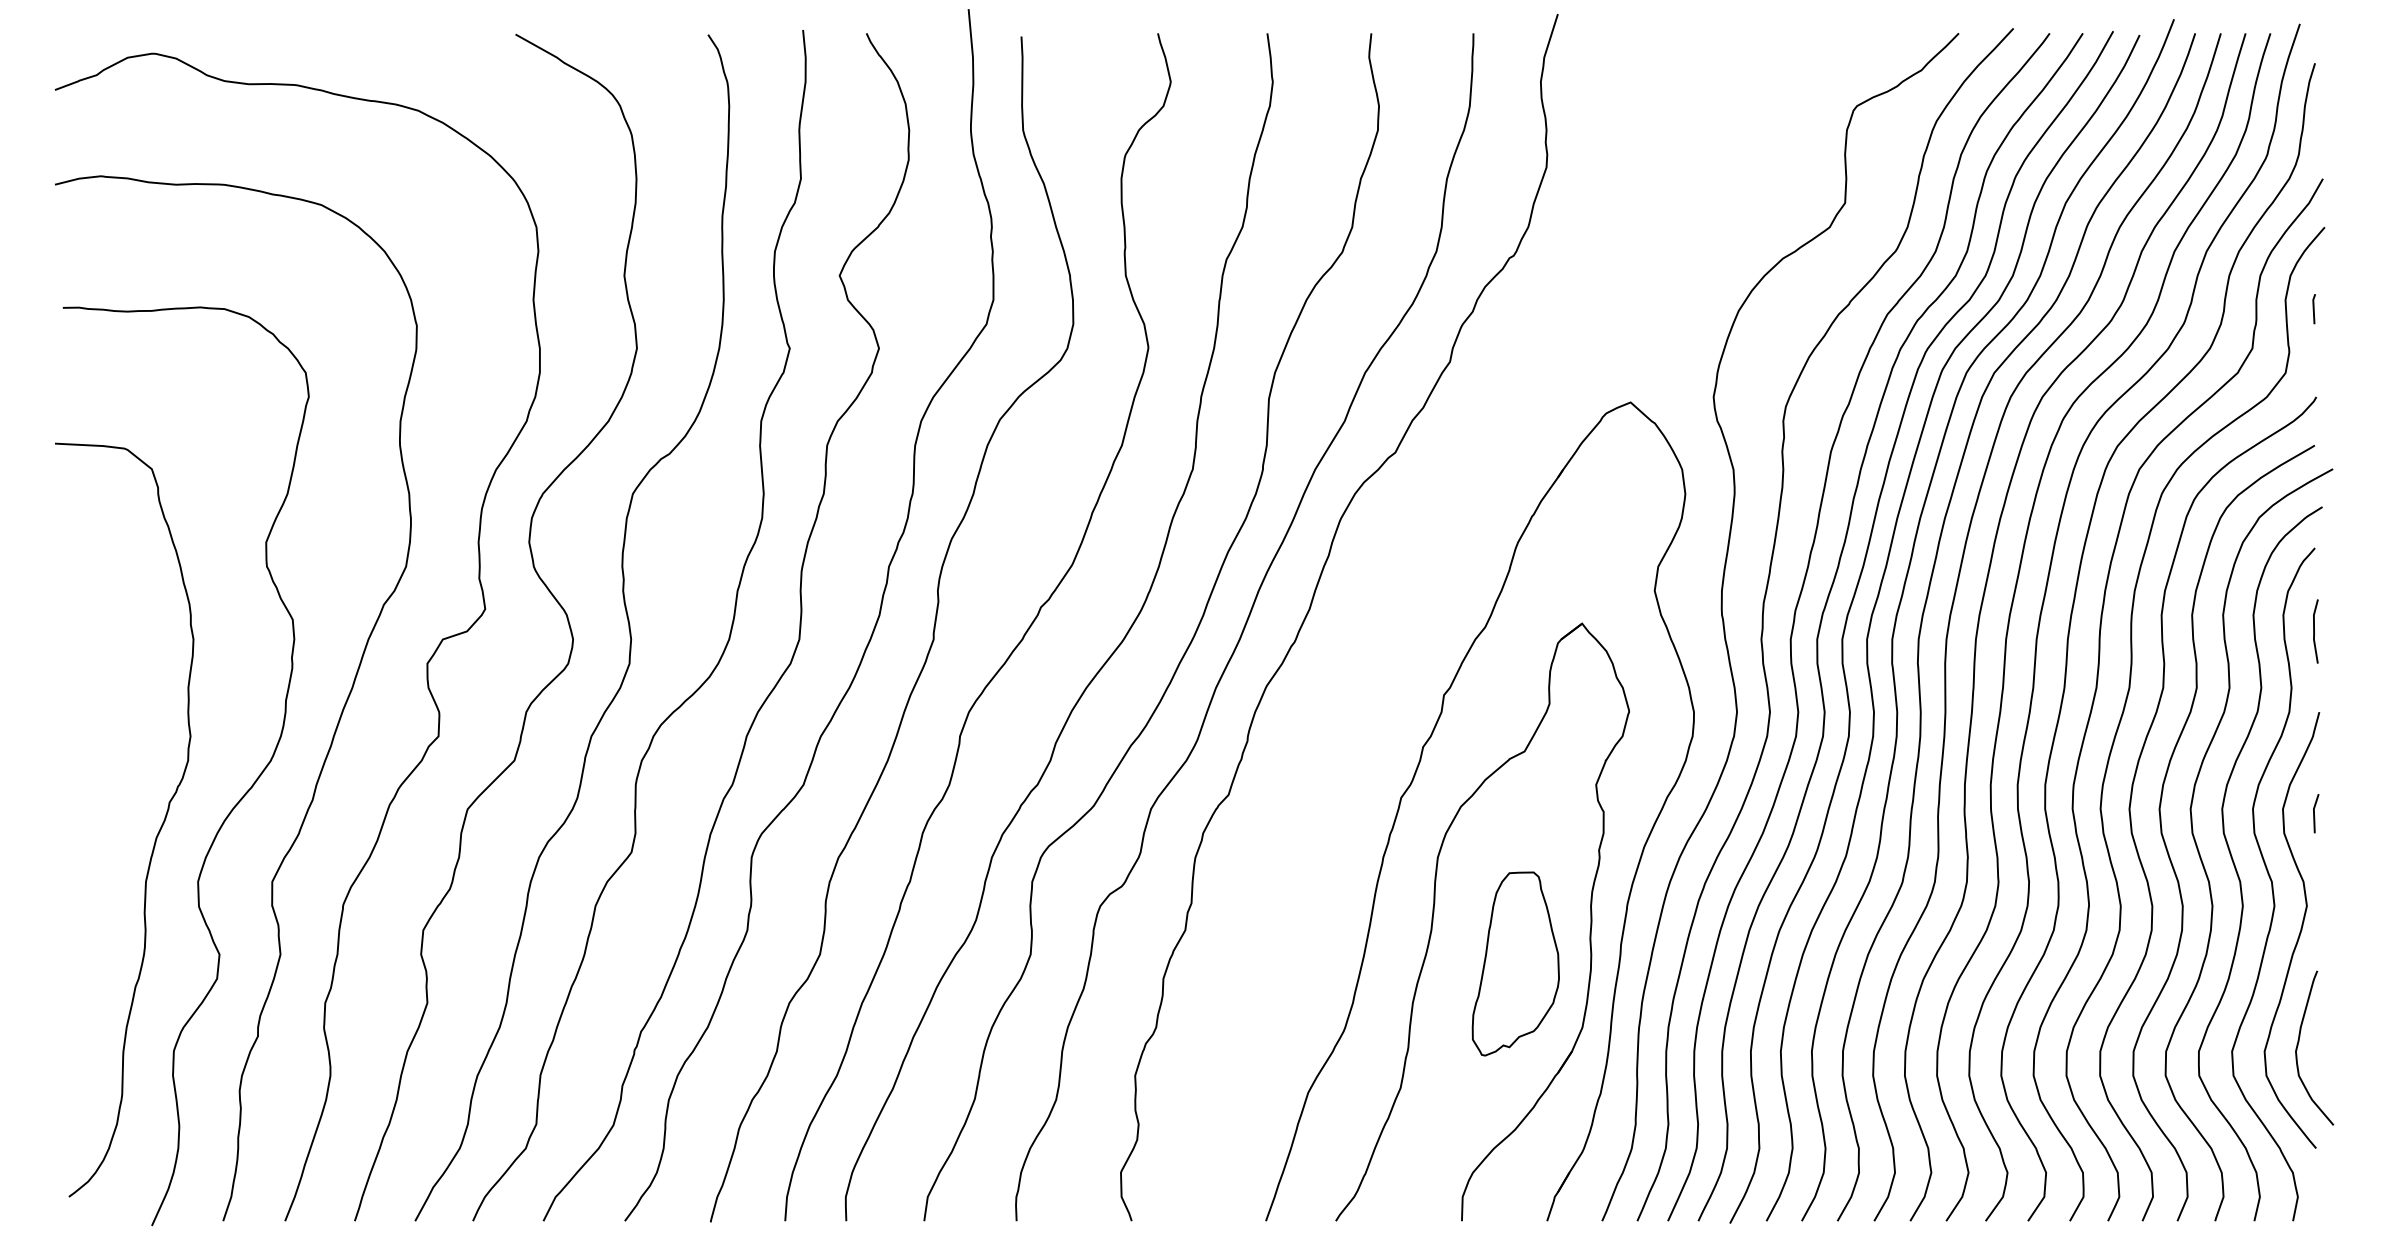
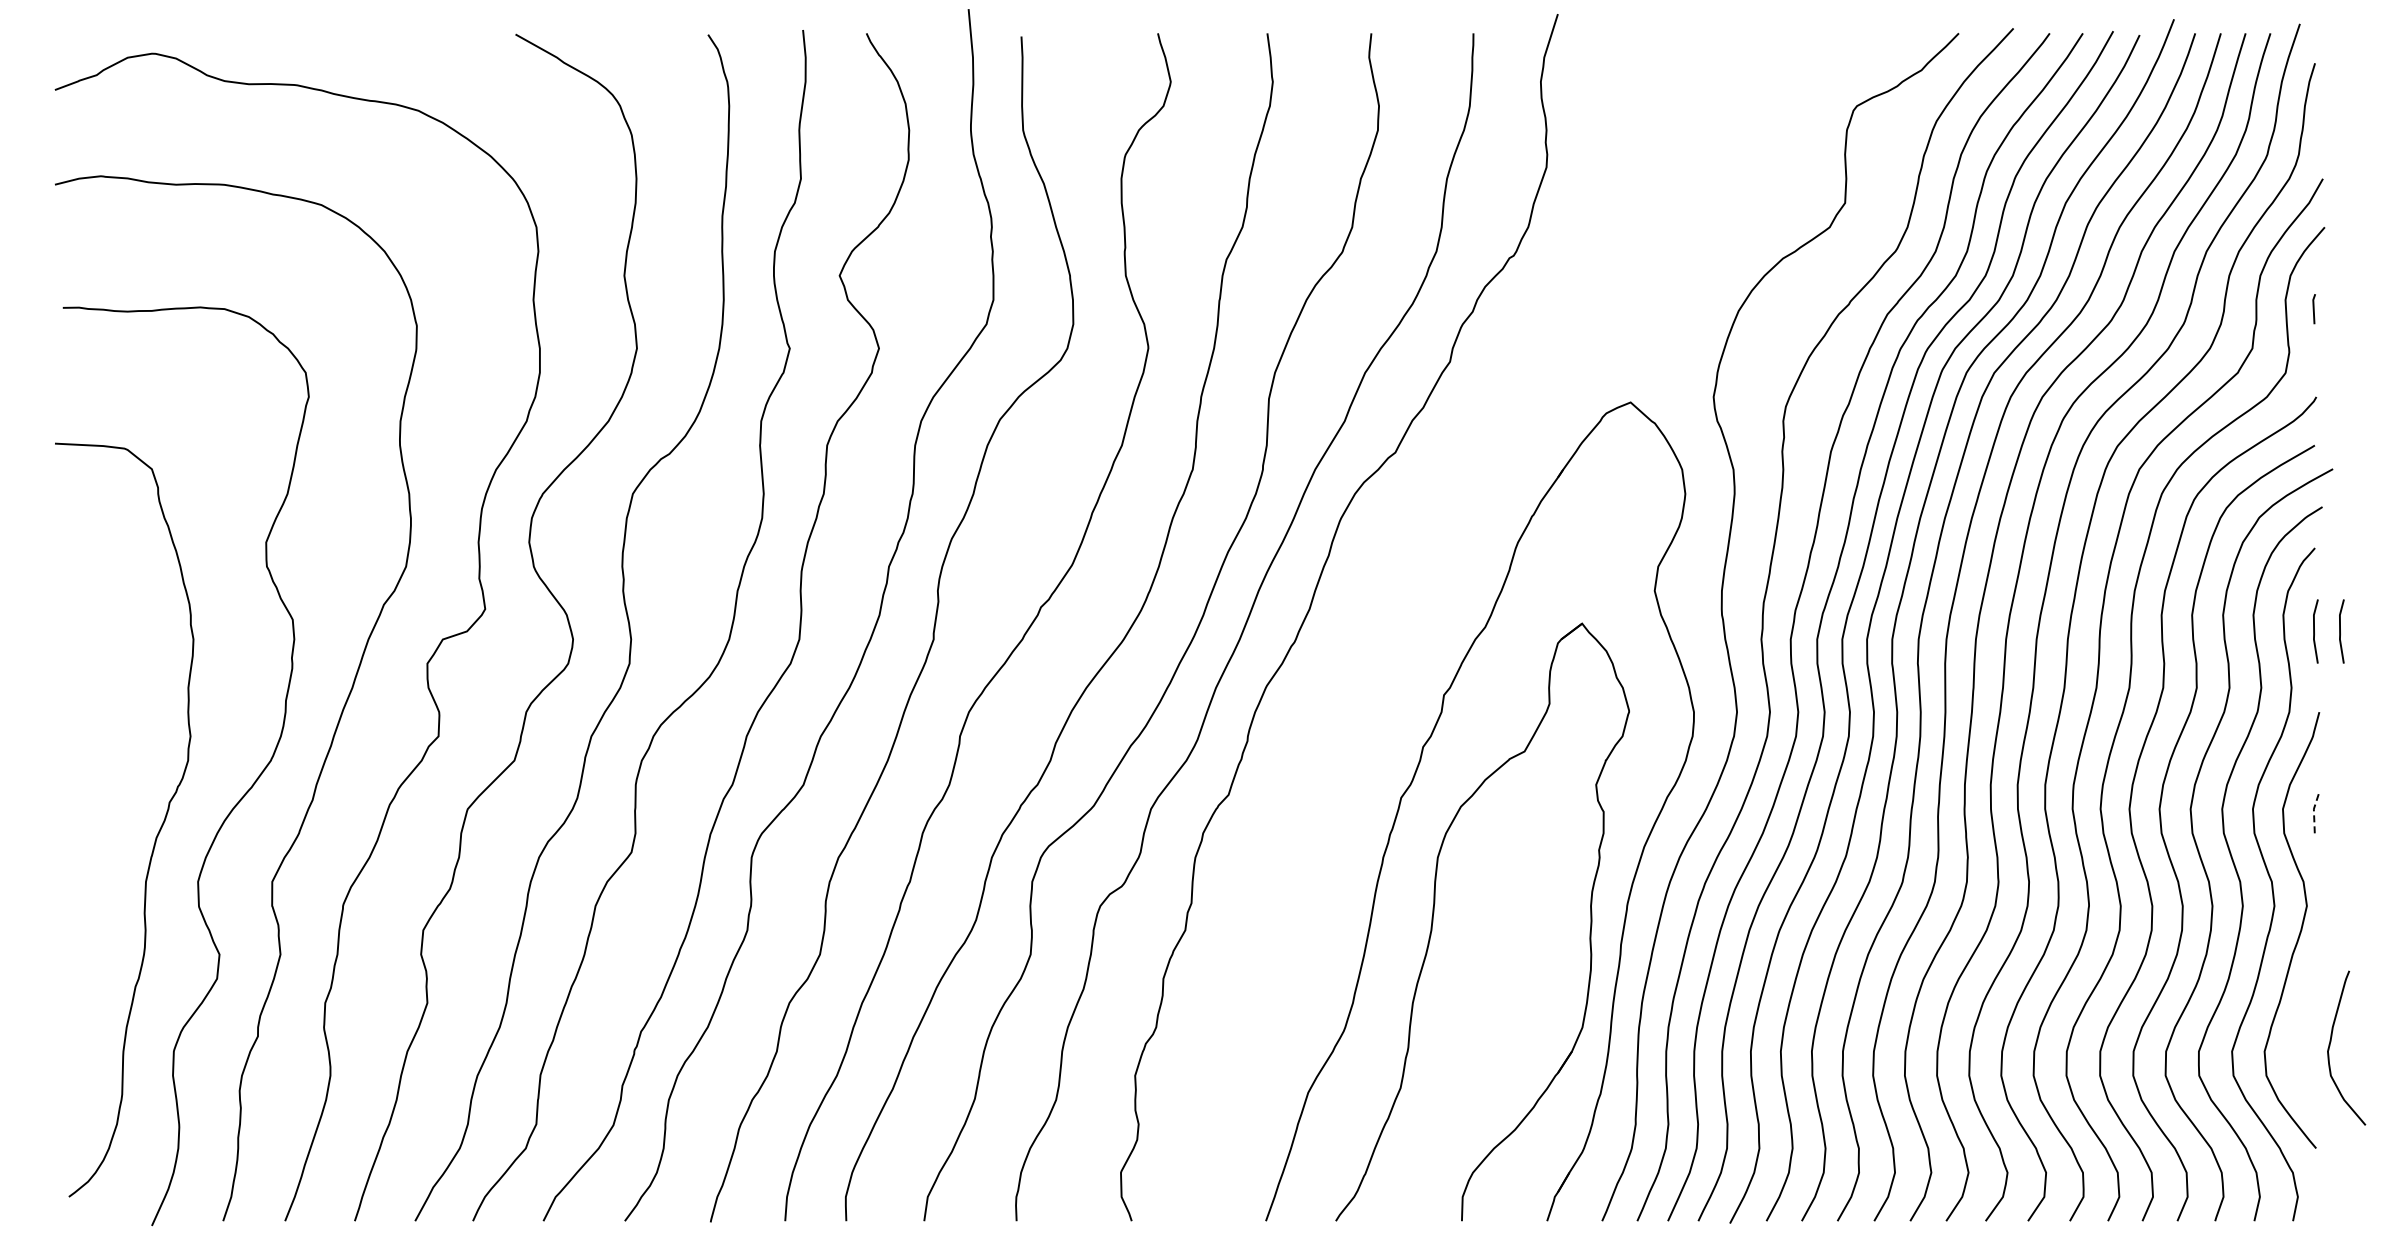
line at (2340, 631): none -> present
line at (2314, 812): solid -> dashed
part at (1515, 963): present -> none
curve at (2299, 1042) position: (2299, 1042) -> (2331, 1042)
